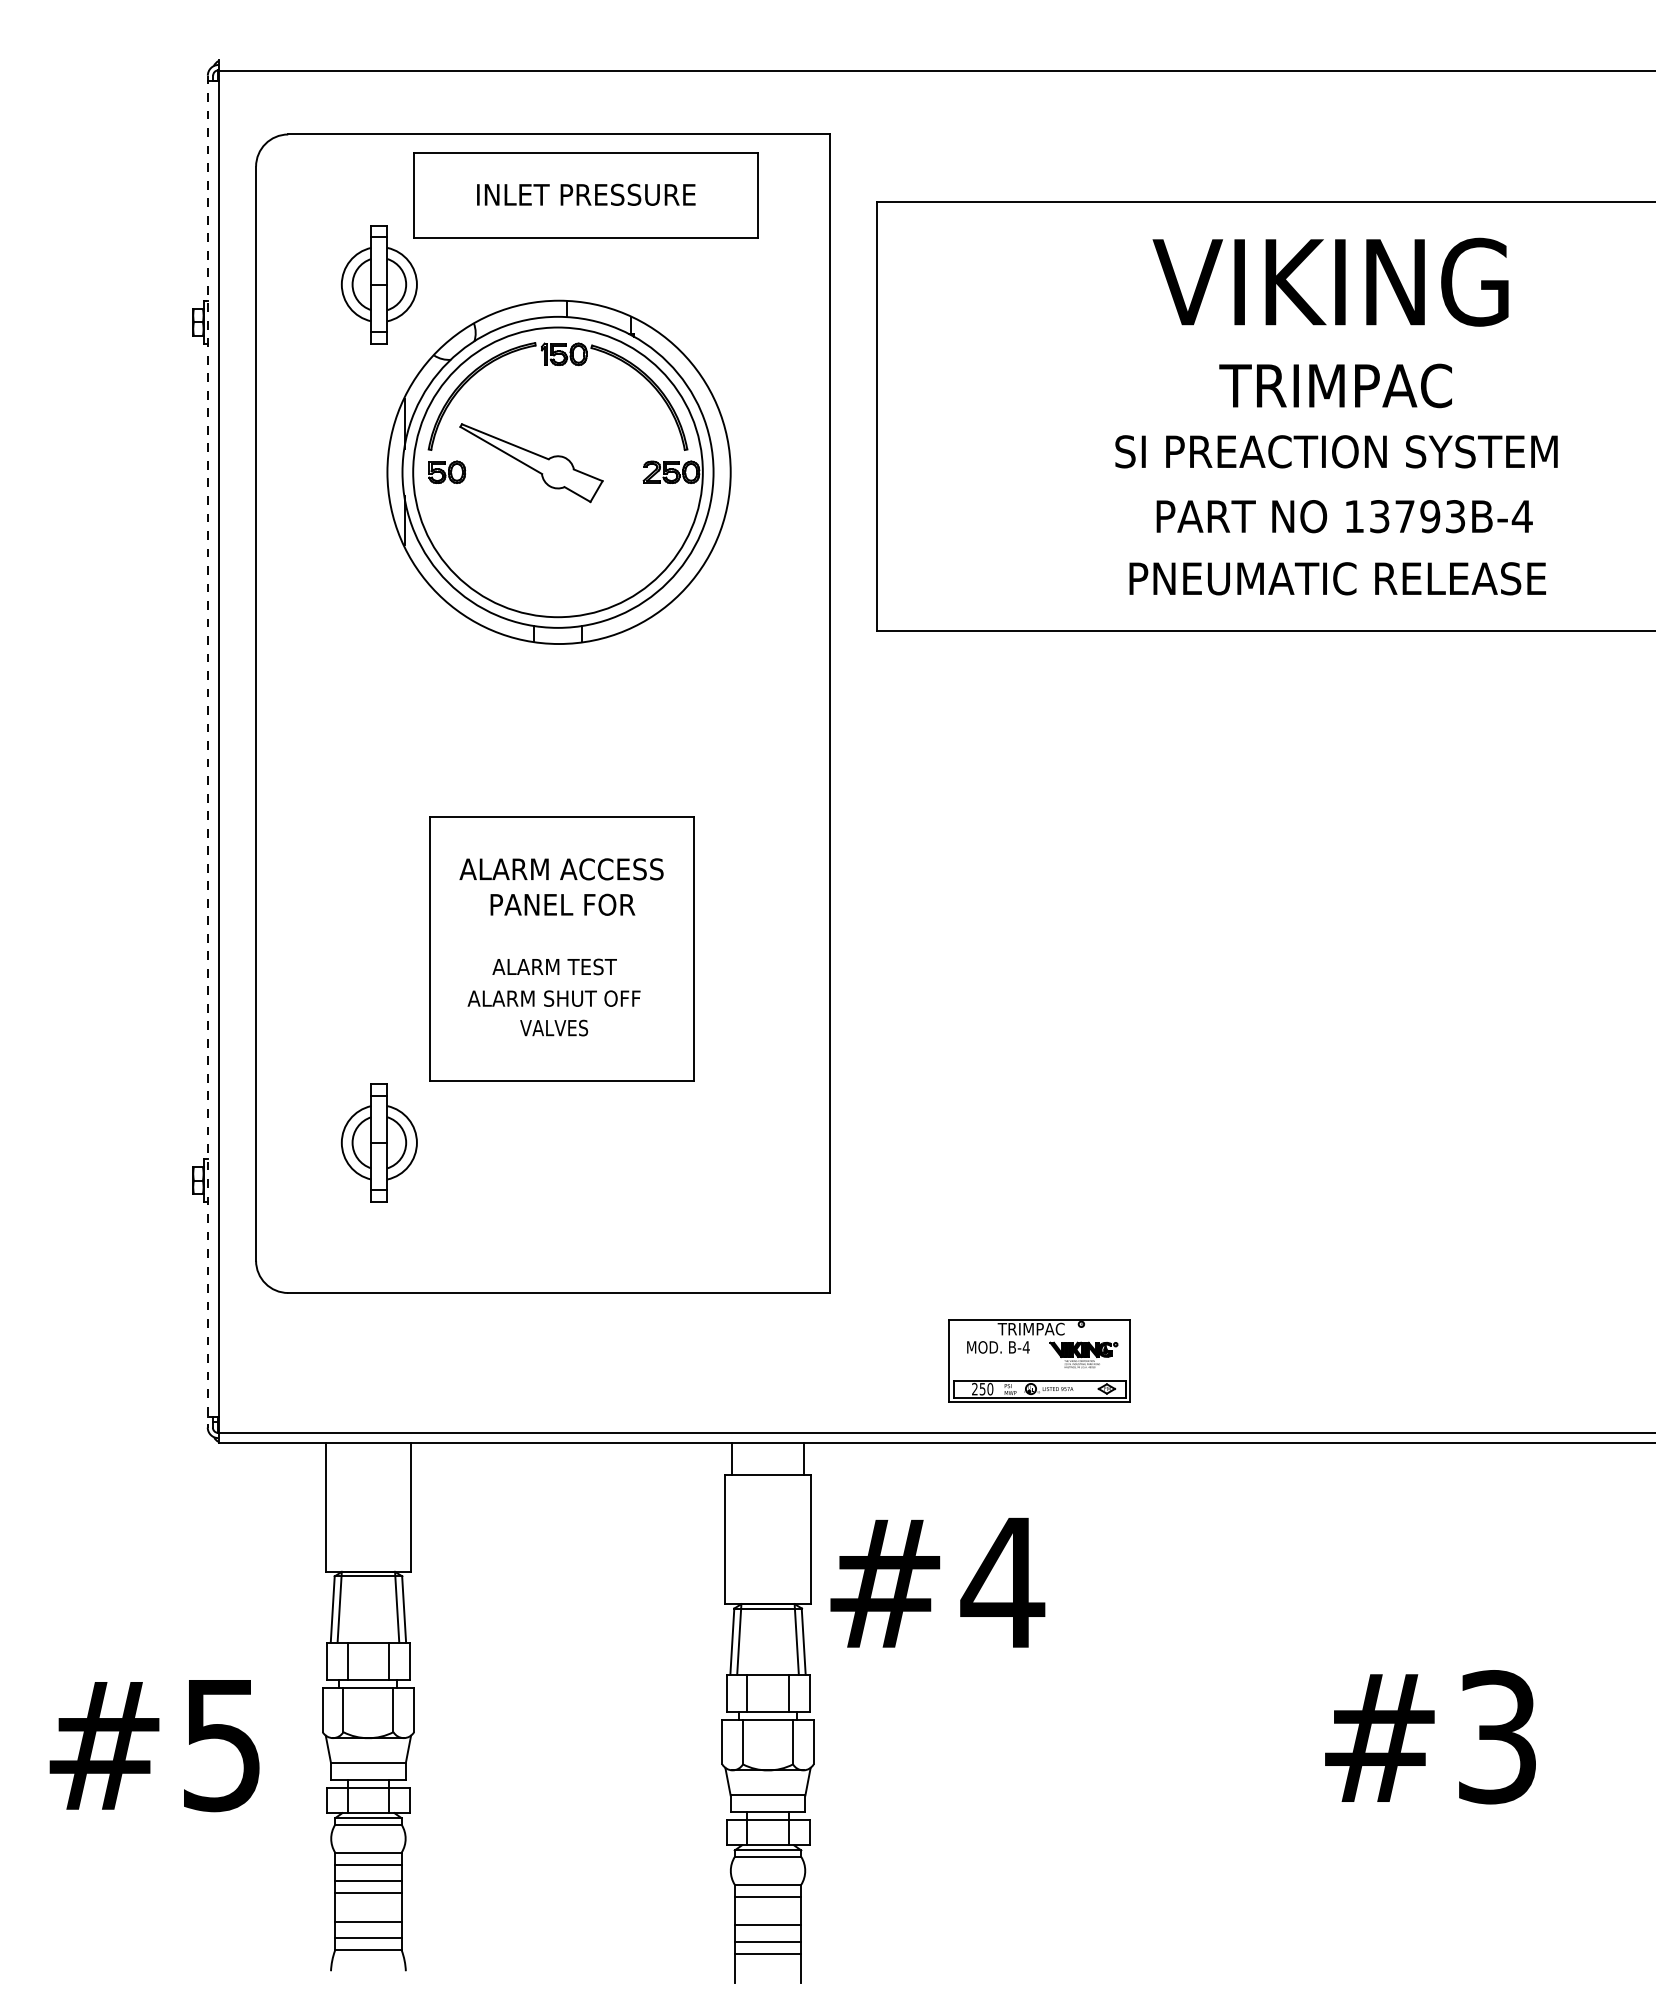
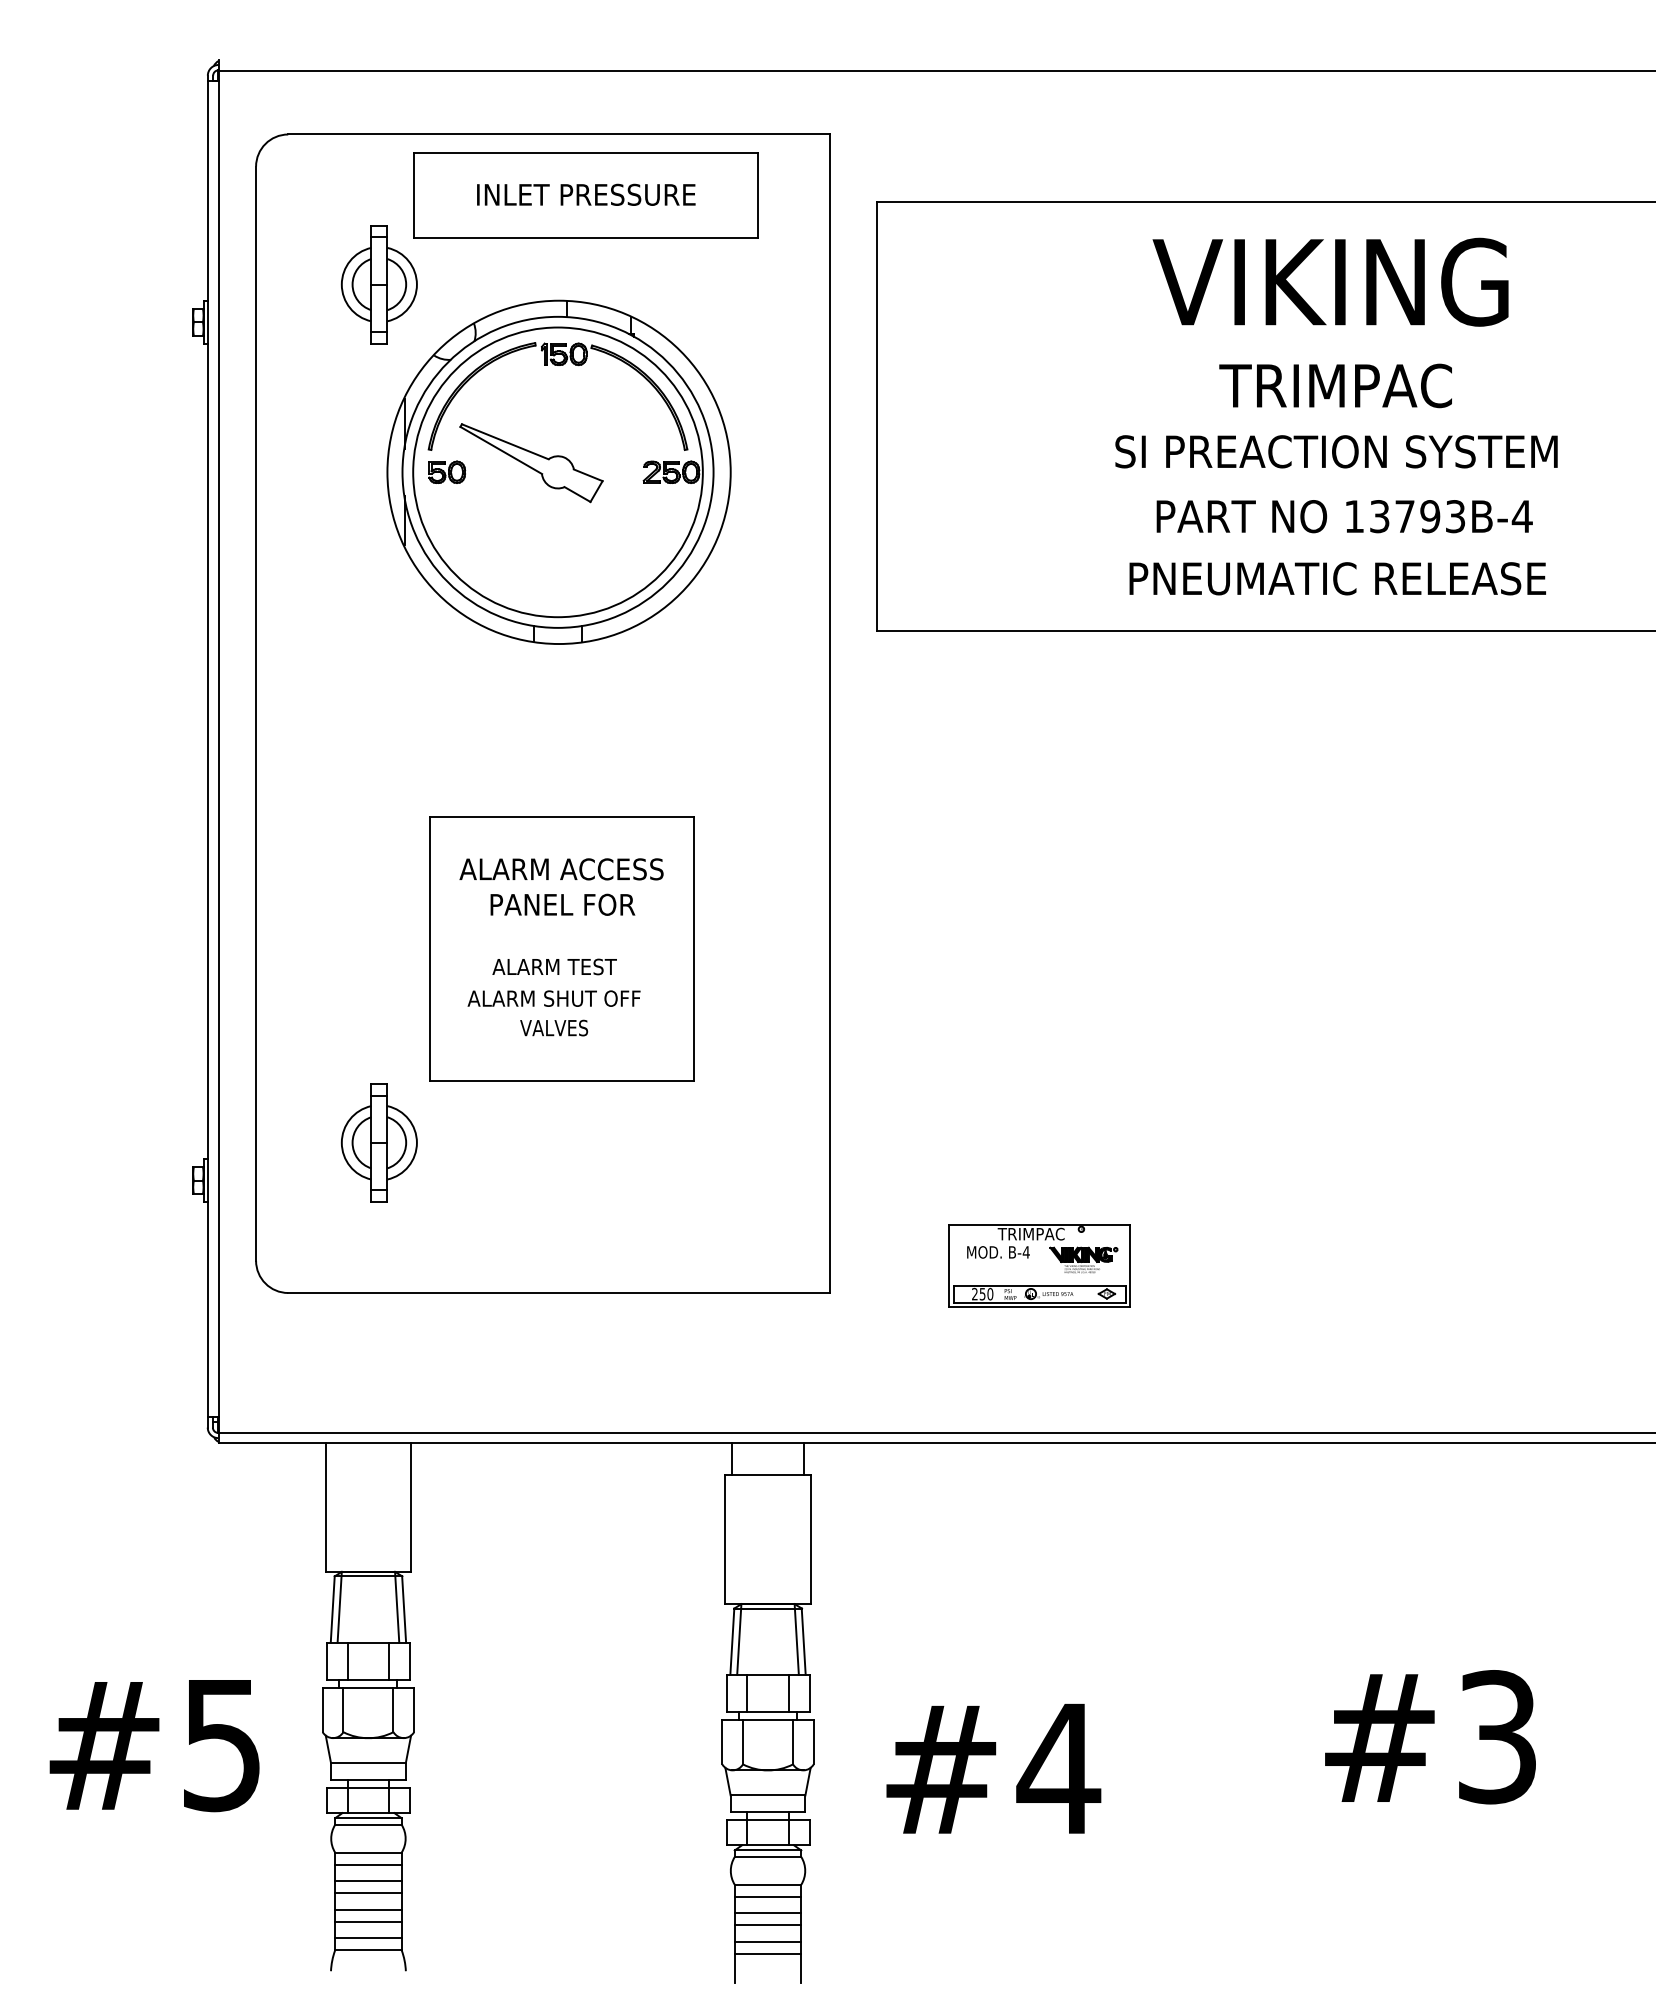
line at (207, 751): dashed -> solid
part at (1039, 1360) position: (1039, 1360) -> (1039, 1265)
text at (937, 1582) position: (937, 1582) -> (993, 1768)
line at (368, 1909): none -> present
line at (767, 1913): none -> present
